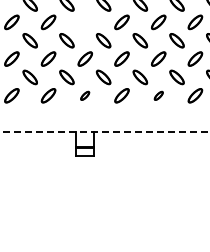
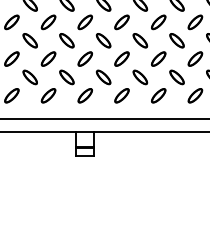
part at (84, 22): none -> present
part at (85, 95) size: 11x11 px -> 16x16 px
part at (158, 95) size: 11x11 px -> 16x16 px
line at (104, 118): none -> present
line at (104, 132): dashed -> solid
